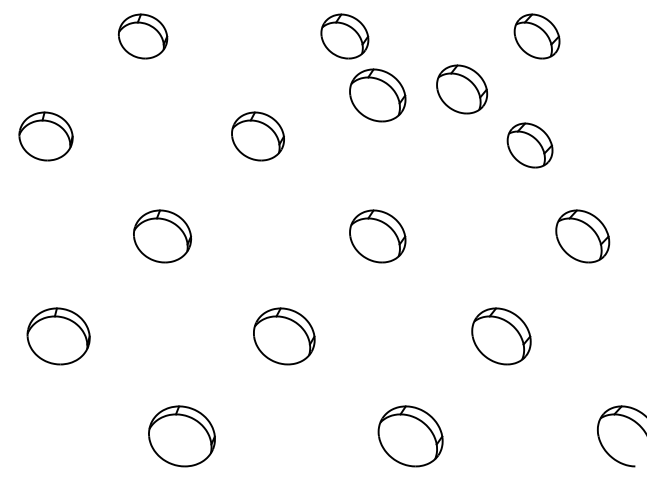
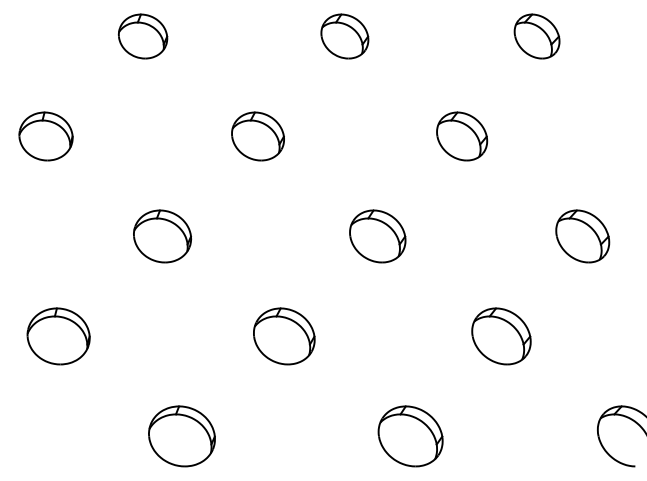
part at (462, 89) position: (462, 89) -> (462, 136)
part at (377, 95): present -> none
part at (529, 145): present -> none
